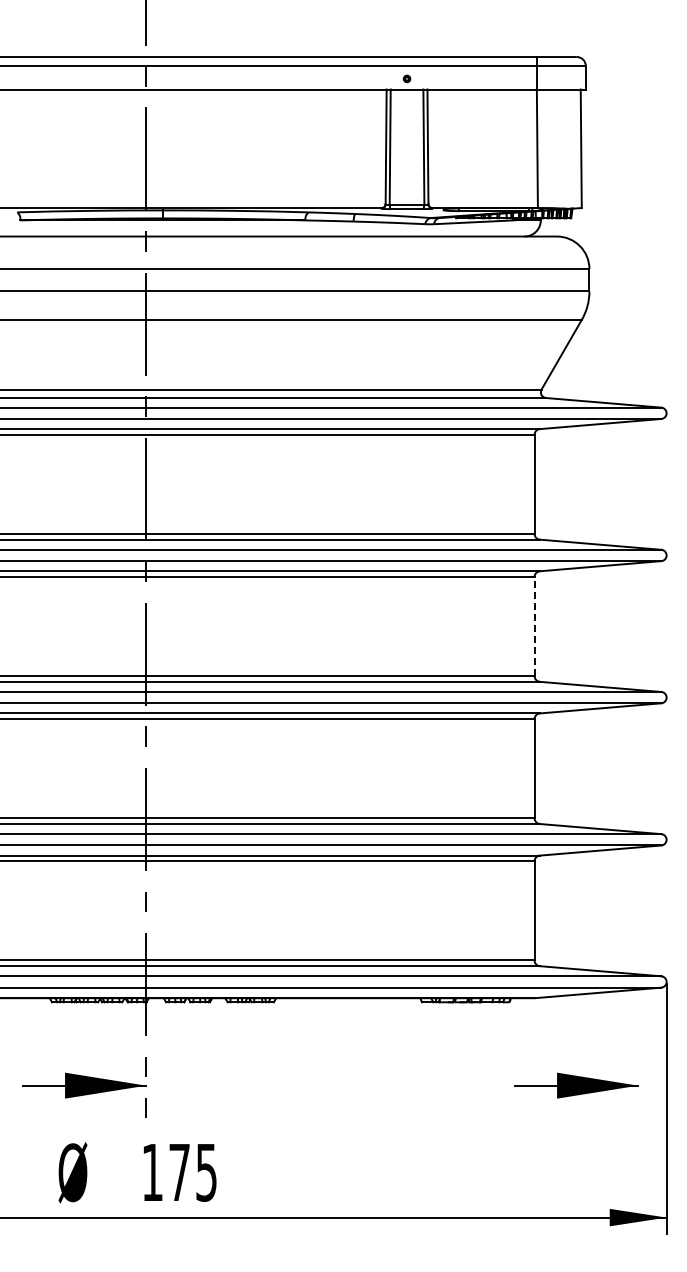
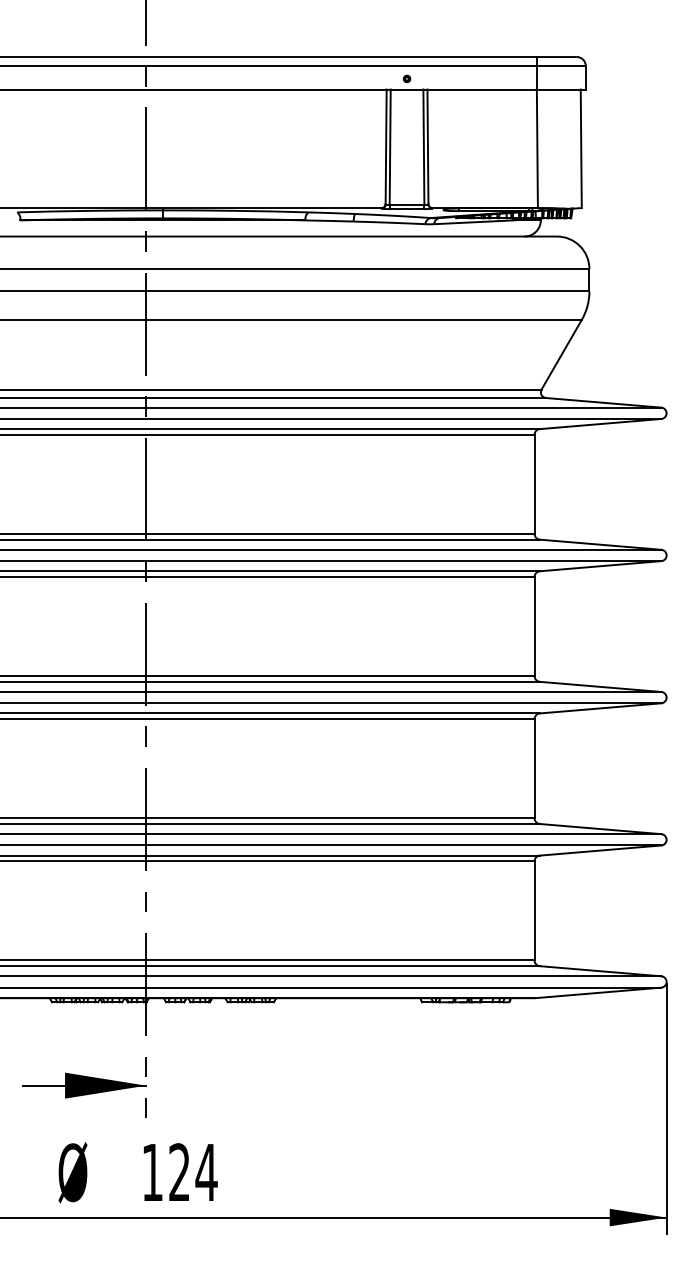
line at (534, 626): dashed -> solid
part at (576, 1085): present -> none
text at (193, 1172): 175 -> 124
